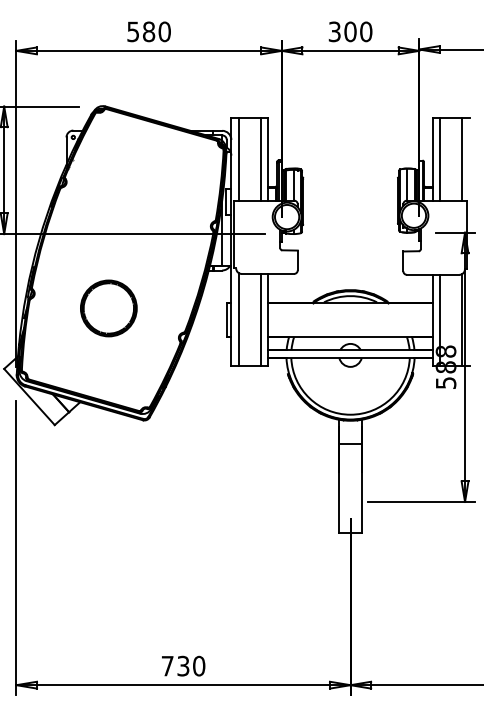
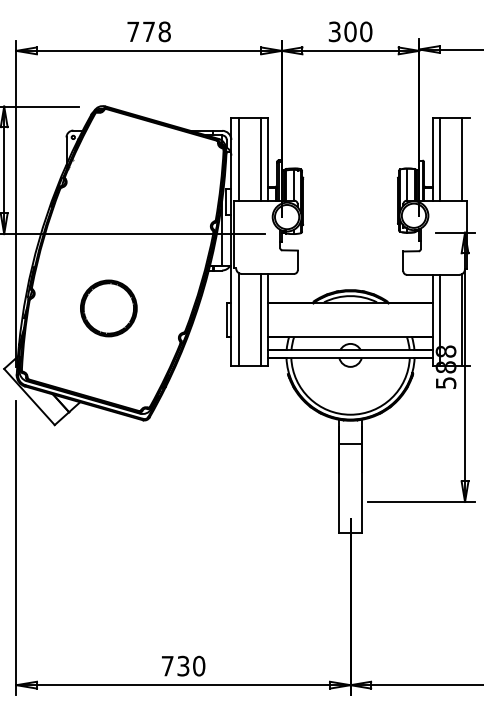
text at (148, 31): 580 -> 778
